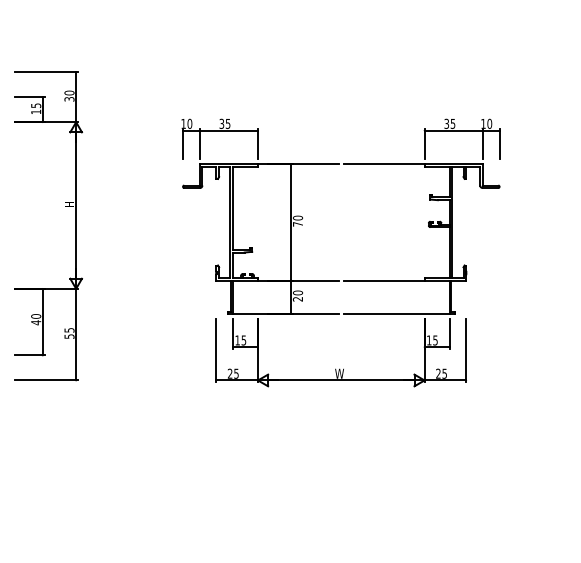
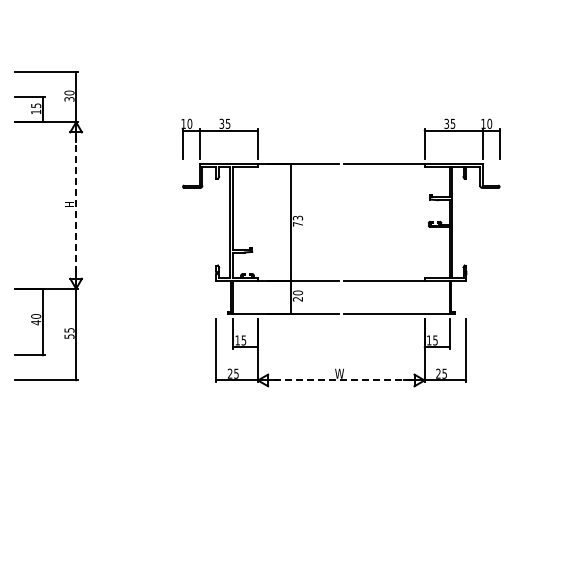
line at (76, 205): solid -> dashed
text at (297, 217): 70 -> 73
line at (341, 380): solid -> dashed
